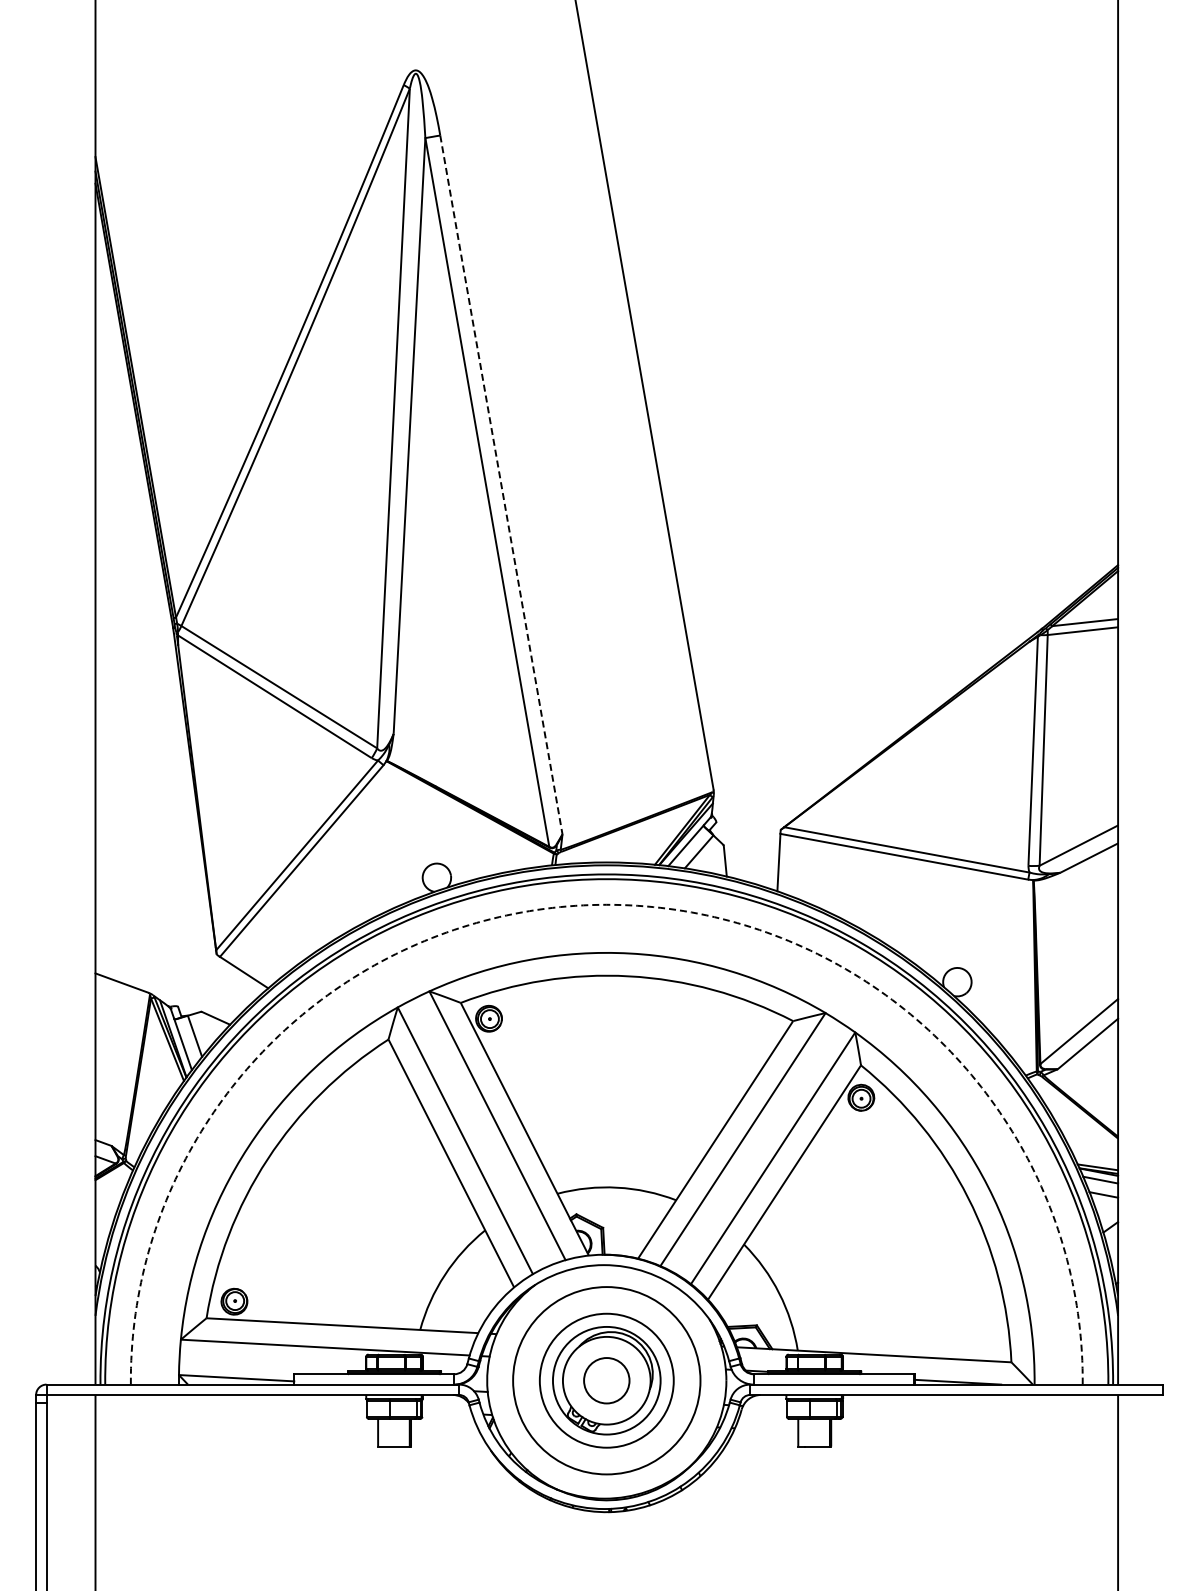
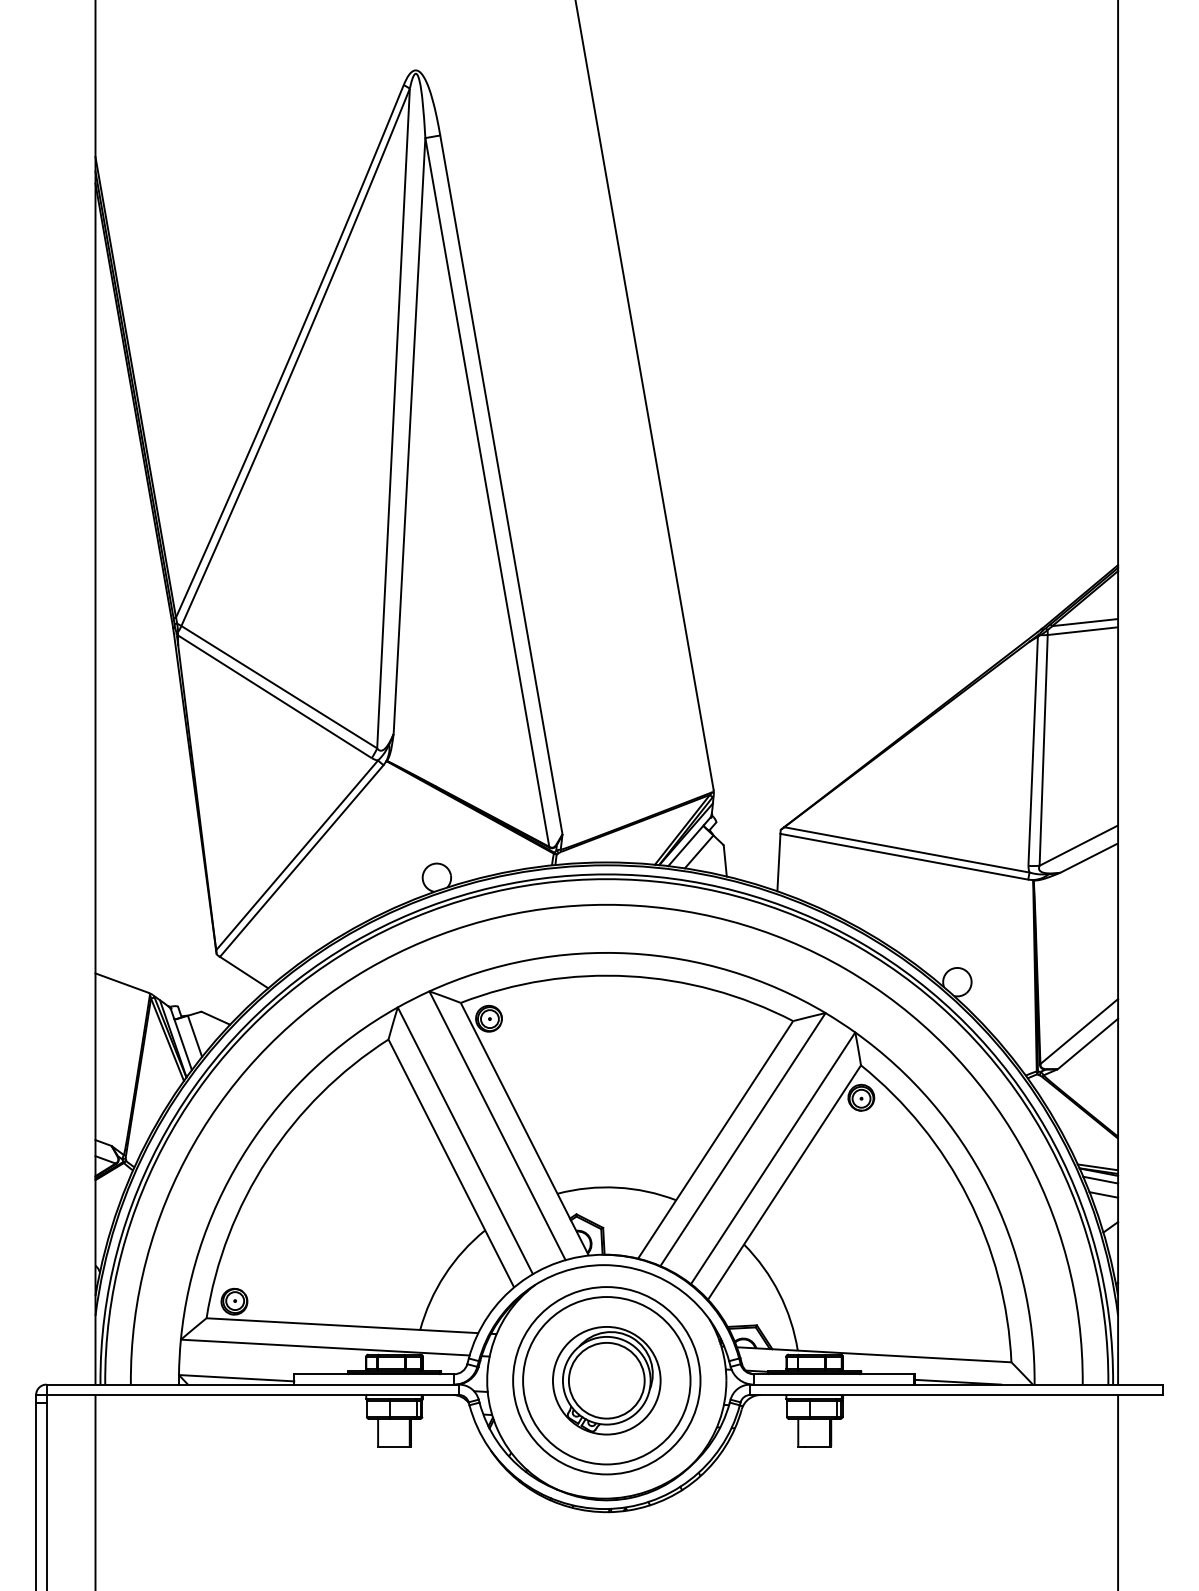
line at (501, 484): dashed -> solid
arc at (606, 904): dashed -> solid
circle at (606, 1380) diameter: 134 px -> 167 px
circle at (606, 1380) diameter: 45 px -> 76 px
